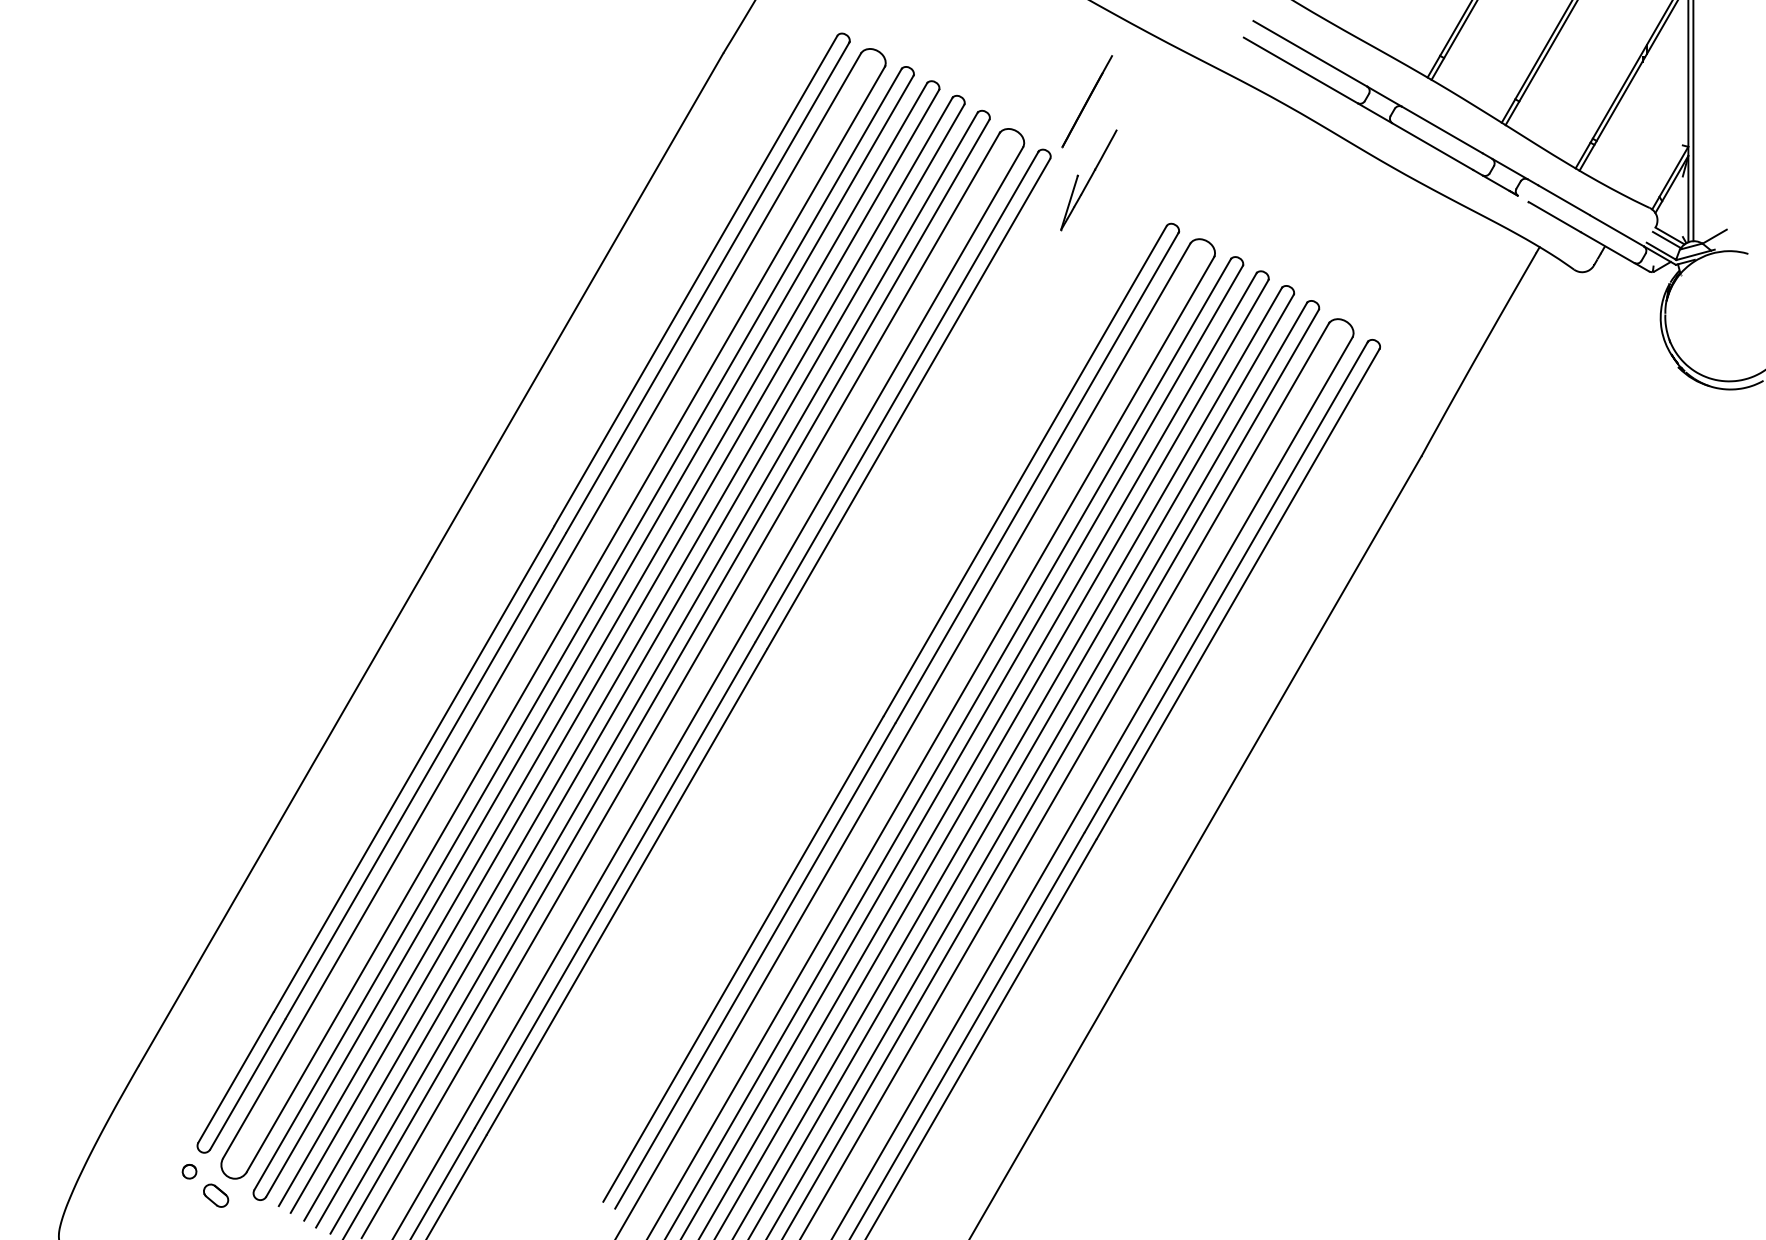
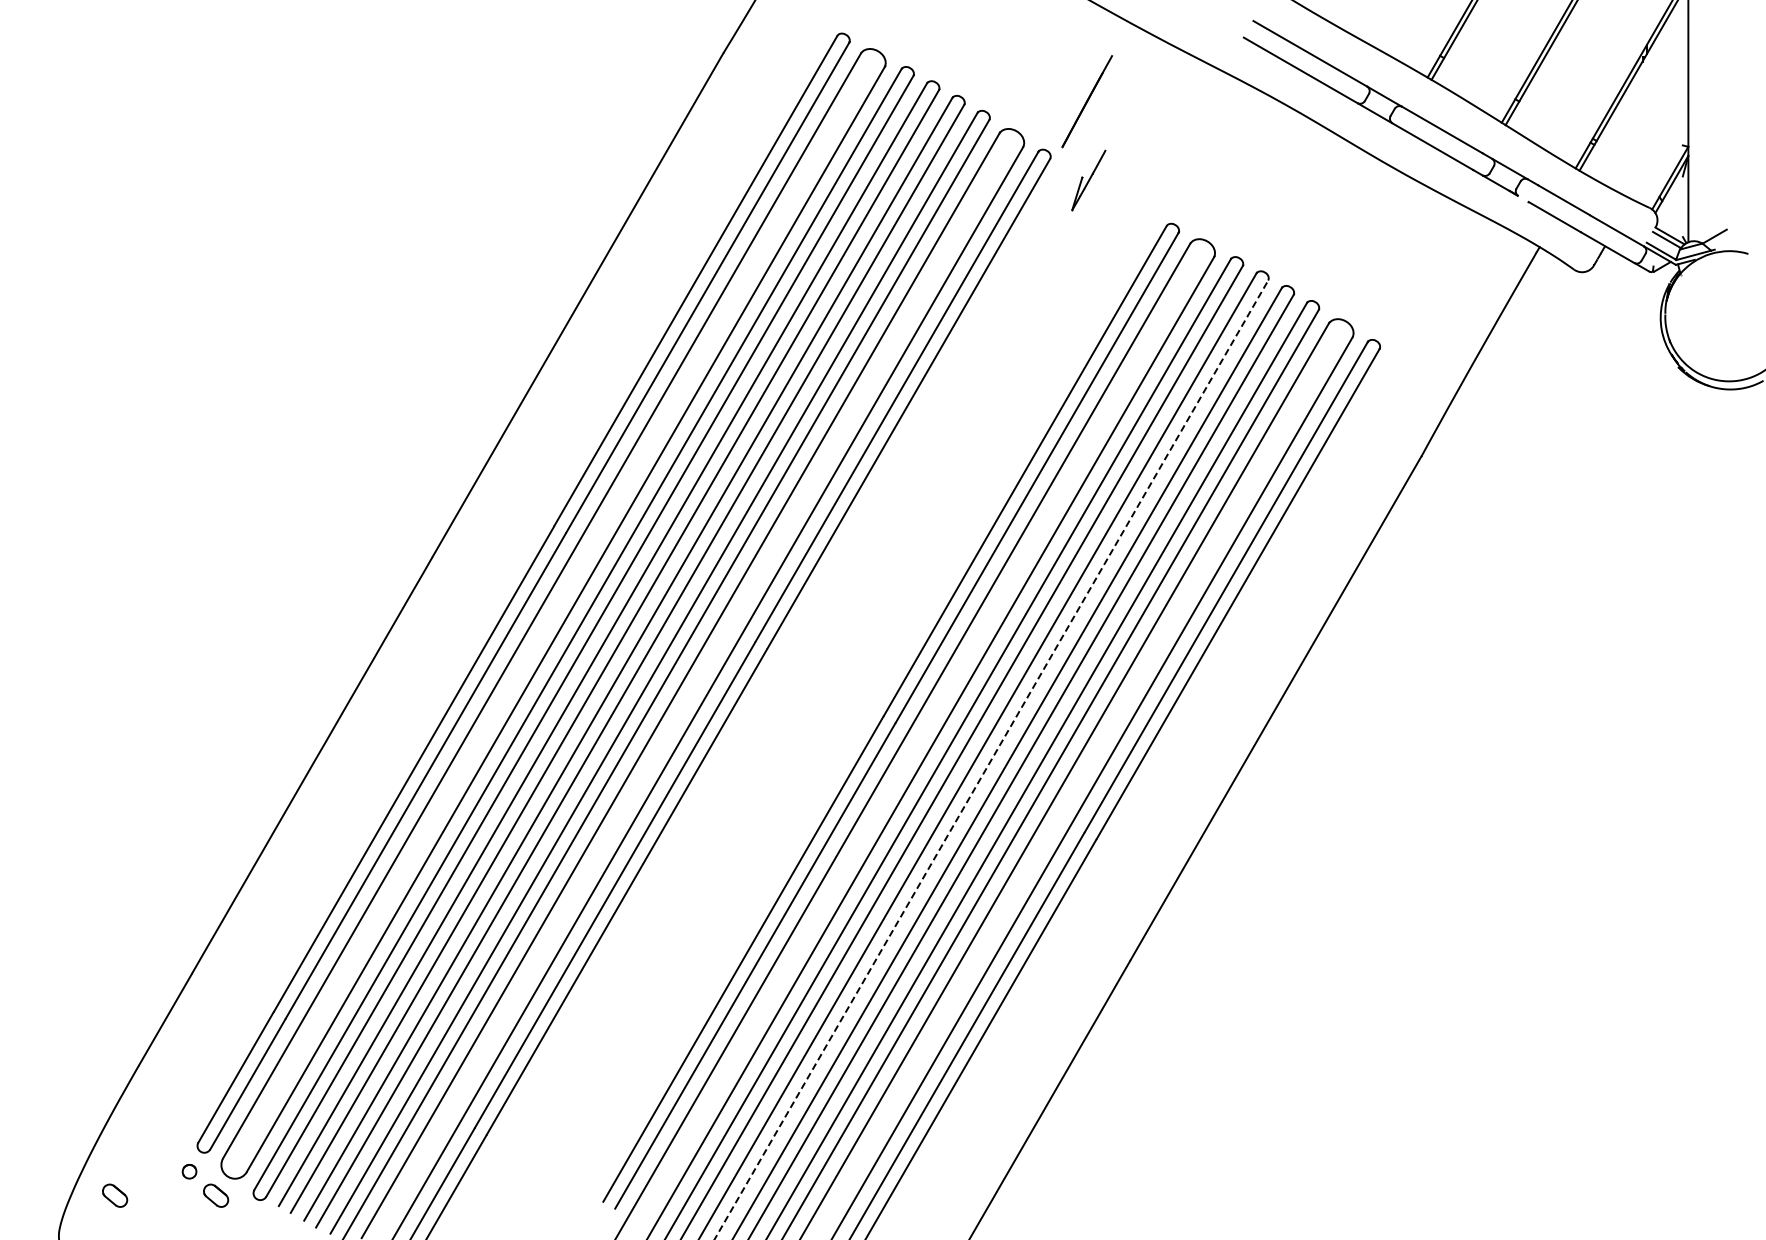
line at (1693, 121): present -> none
part at (1088, 180) size: 58x103 px -> 36x63 px
line at (991, 759): solid -> dashed
part at (115, 1195): none -> present
